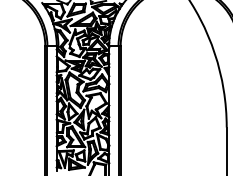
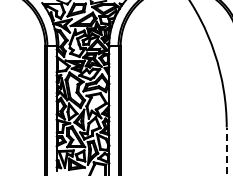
line at (226, 151): solid -> dashed
